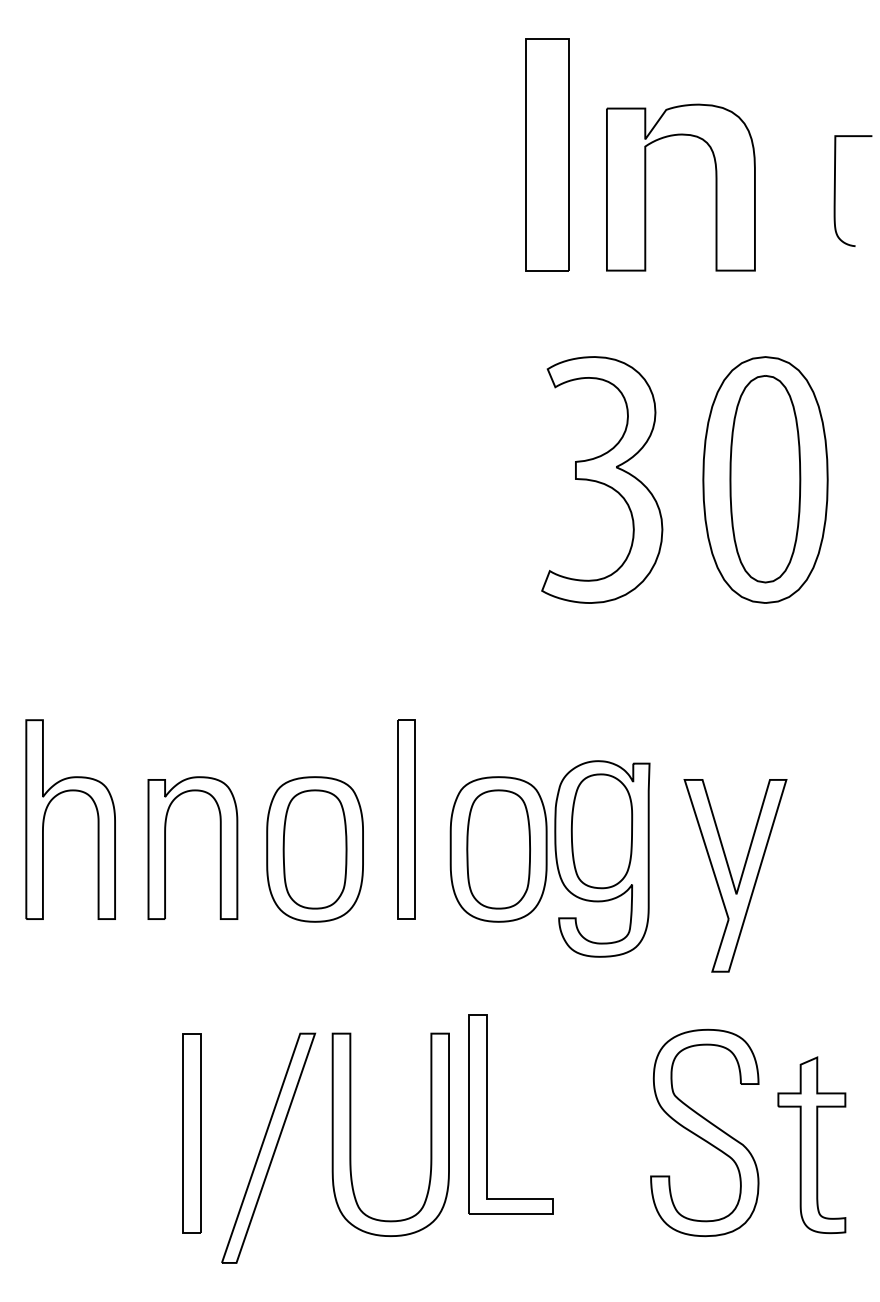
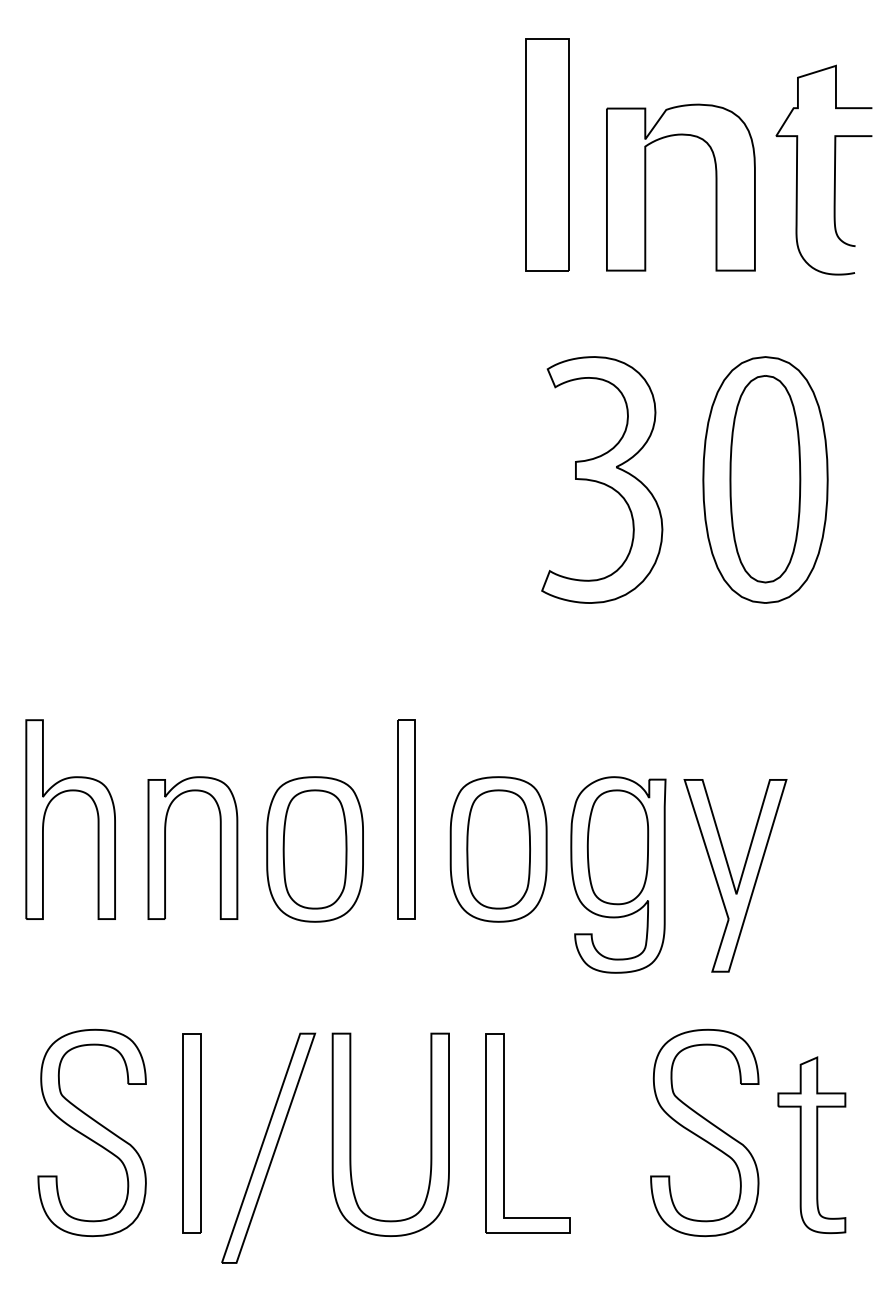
curve at (797, 169): none -> present
part at (602, 858) position: (602, 858) -> (618, 874)
part at (487, 1114) position: (487, 1114) -> (504, 1133)
part at (91, 1132): none -> present
